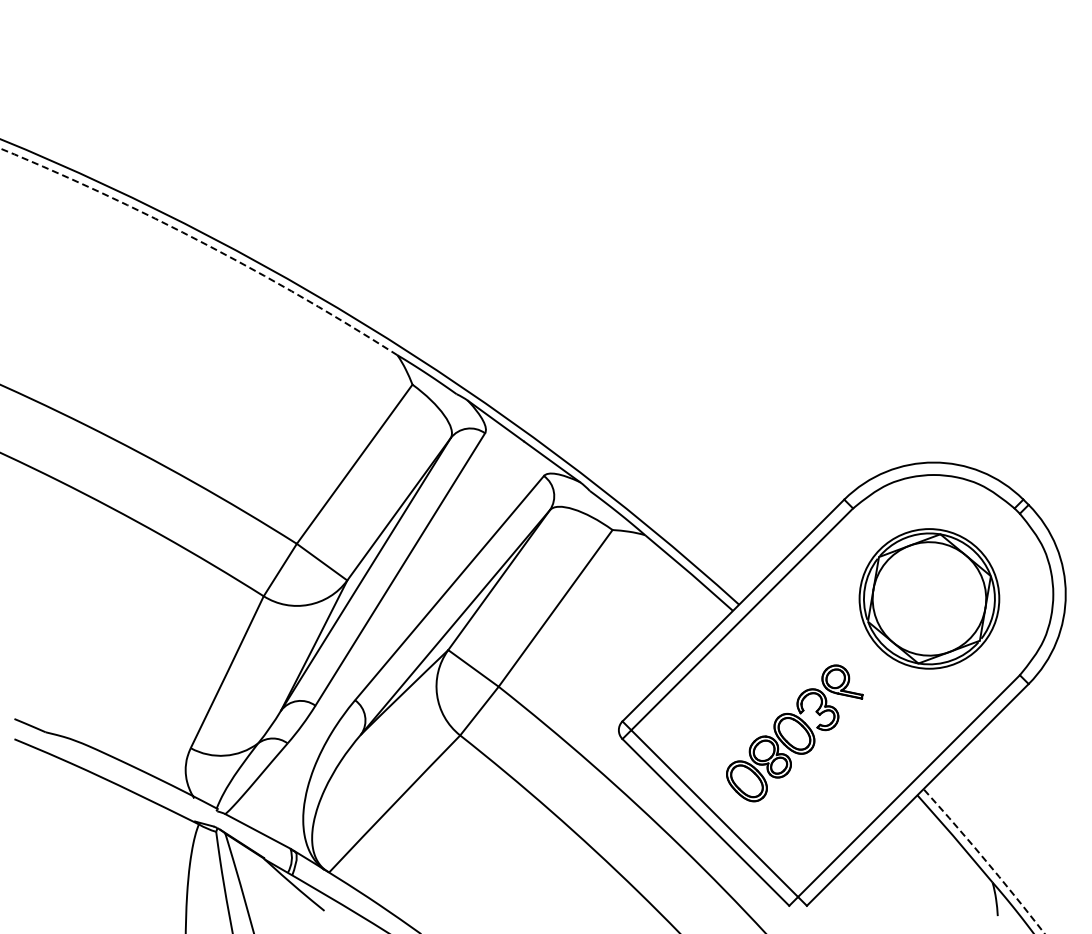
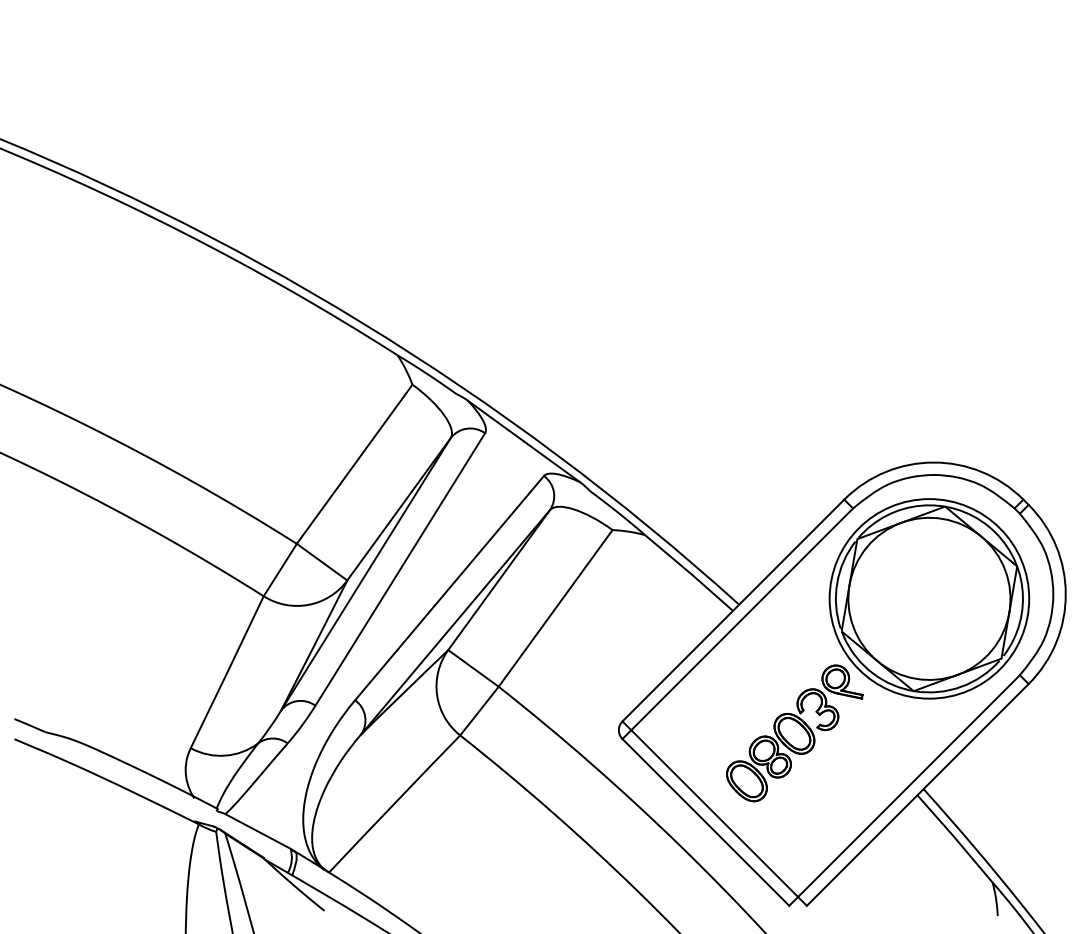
arc at (203, 243): dashed -> solid
part at (929, 598) size: 143x142 px -> 203x202 px
arc at (985, 860): dashed -> solid
